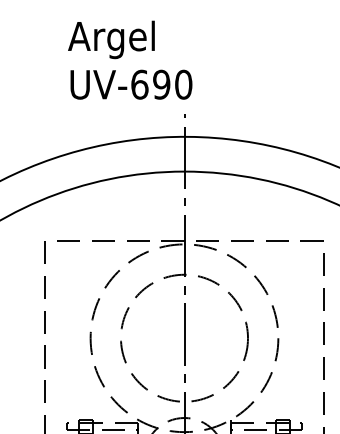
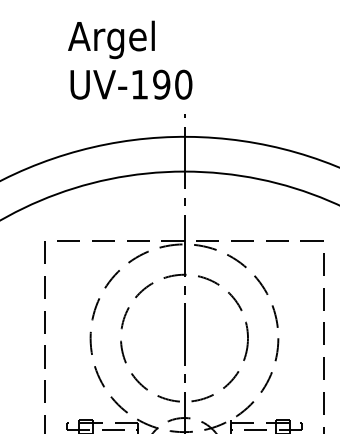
text at (139, 84): UV-690 -> UV-190
